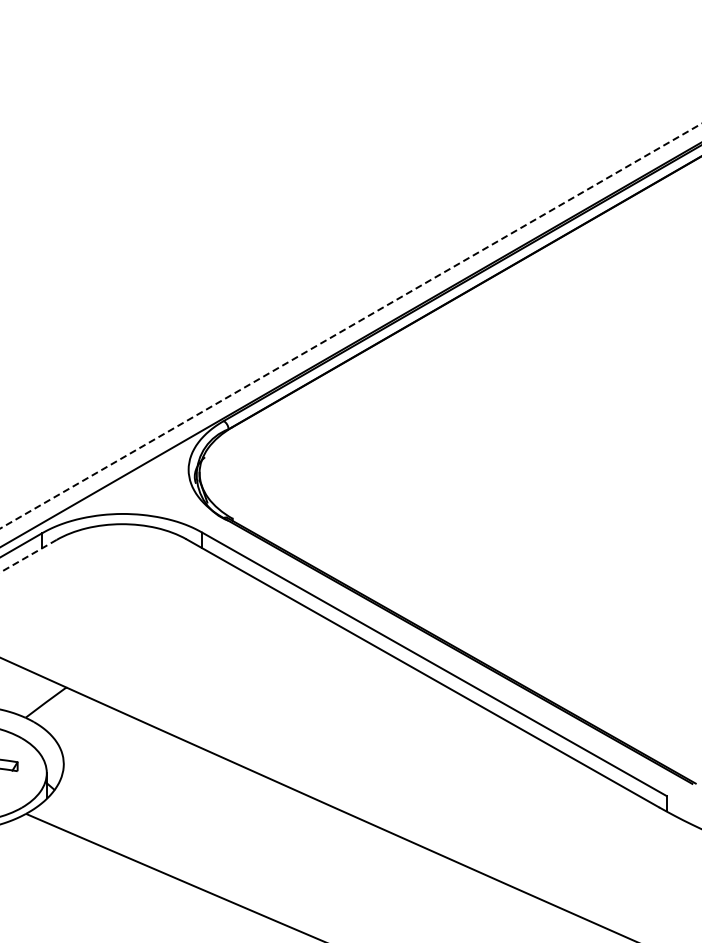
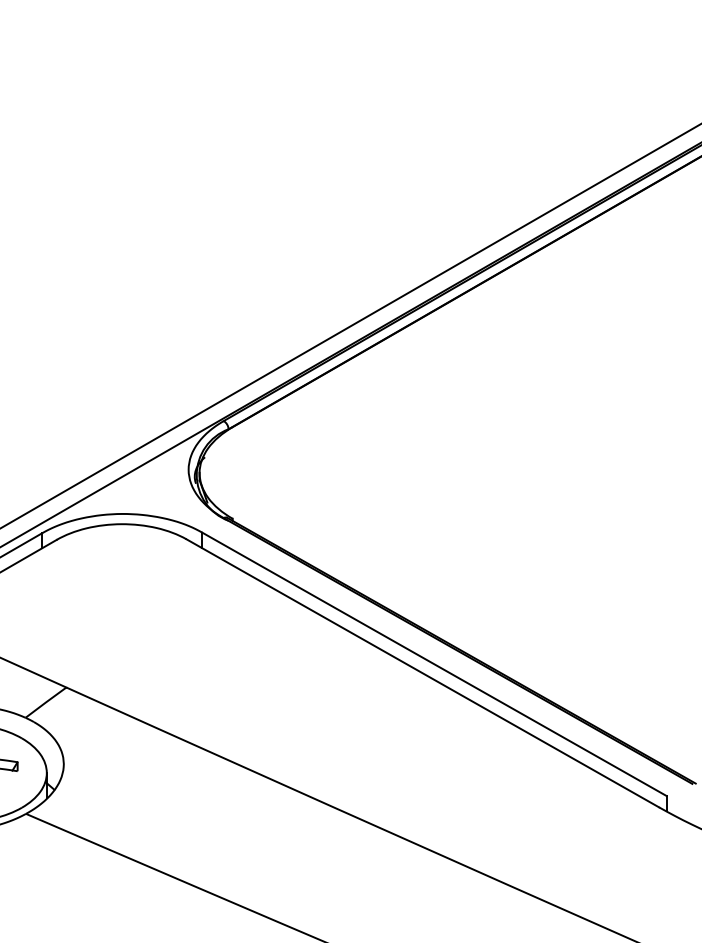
line at (351, 325): dashed -> solid
line at (29, 555): dashed -> solid
